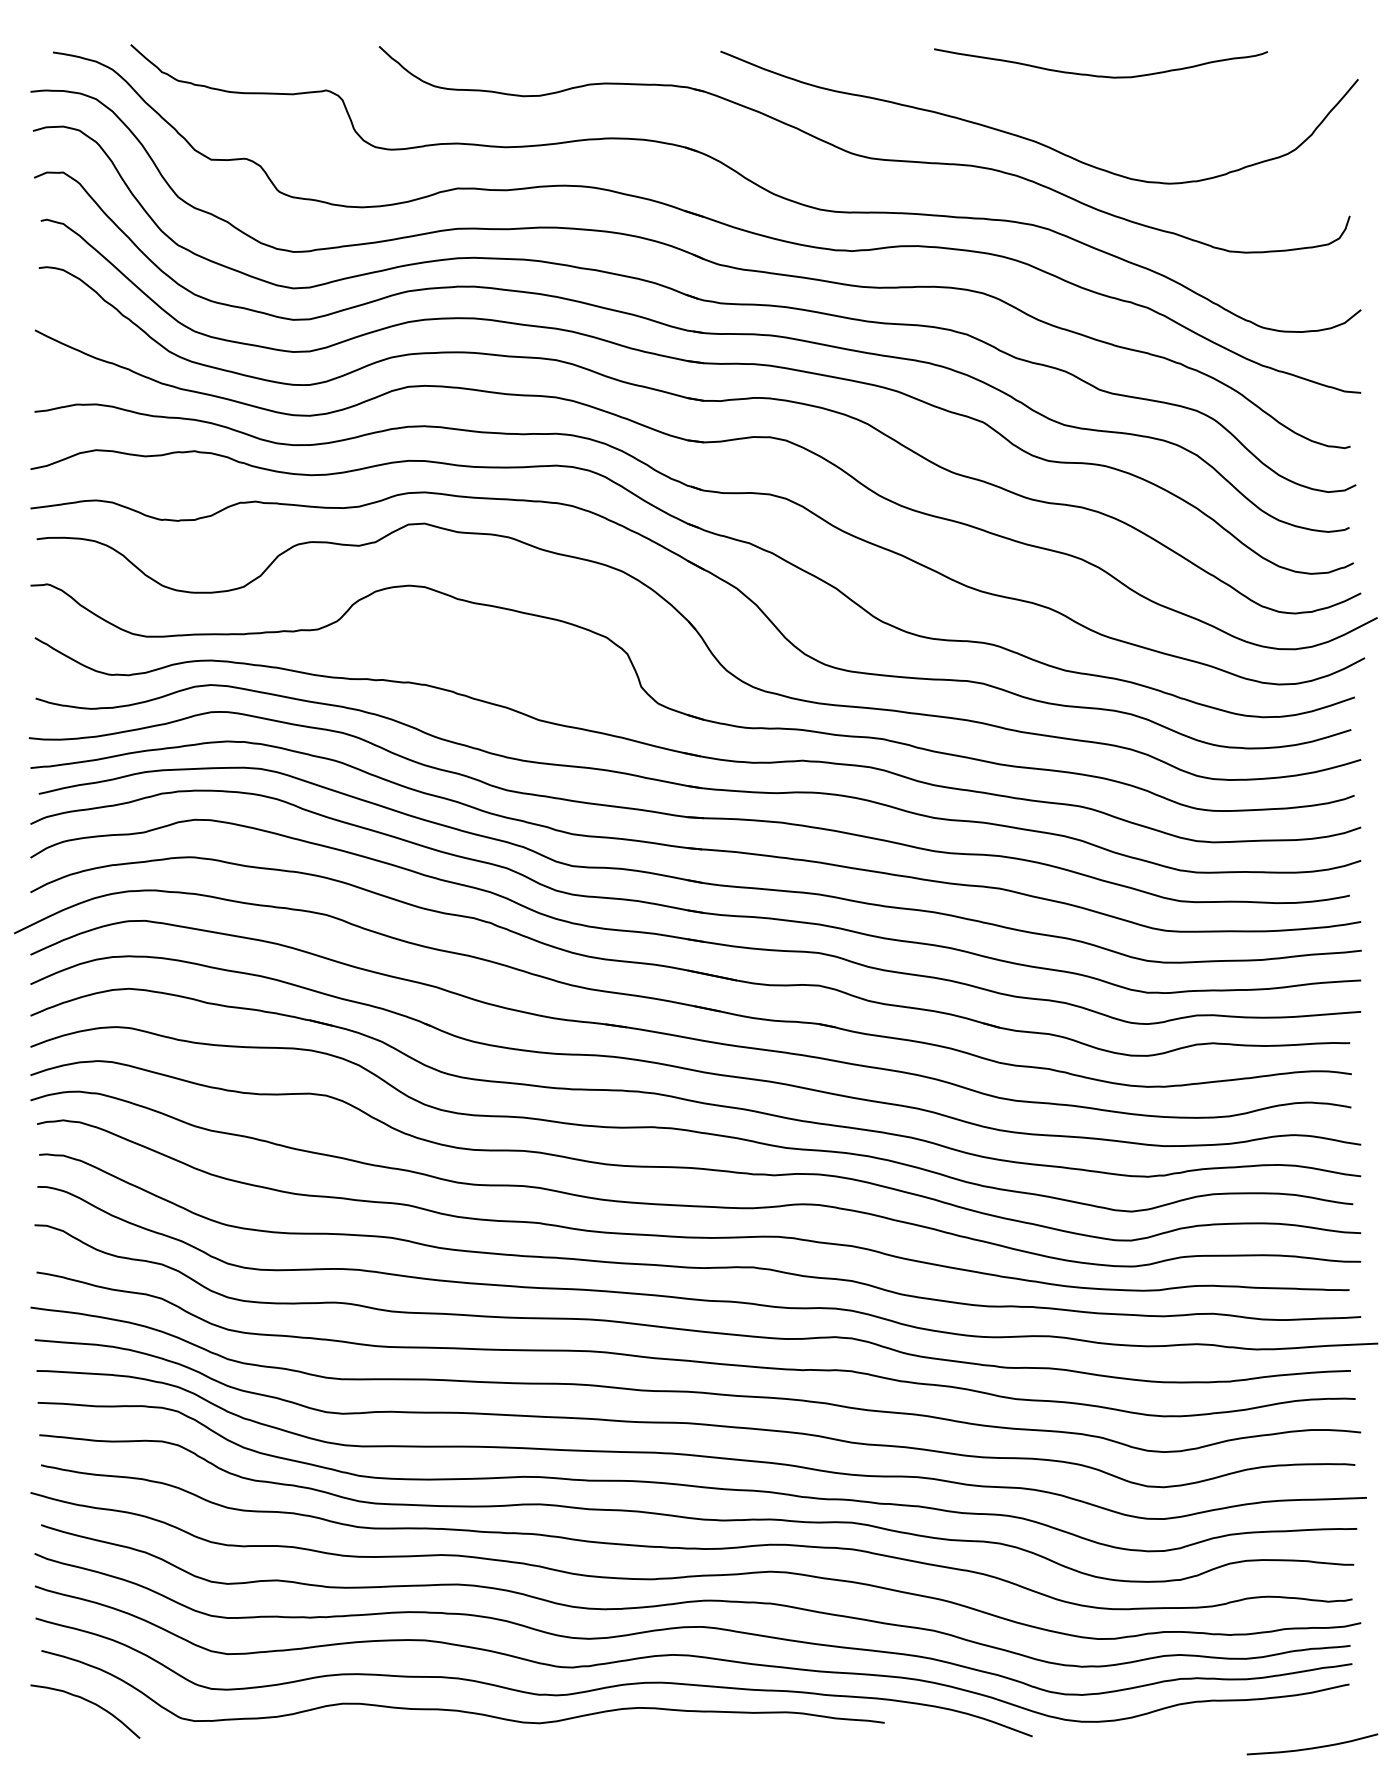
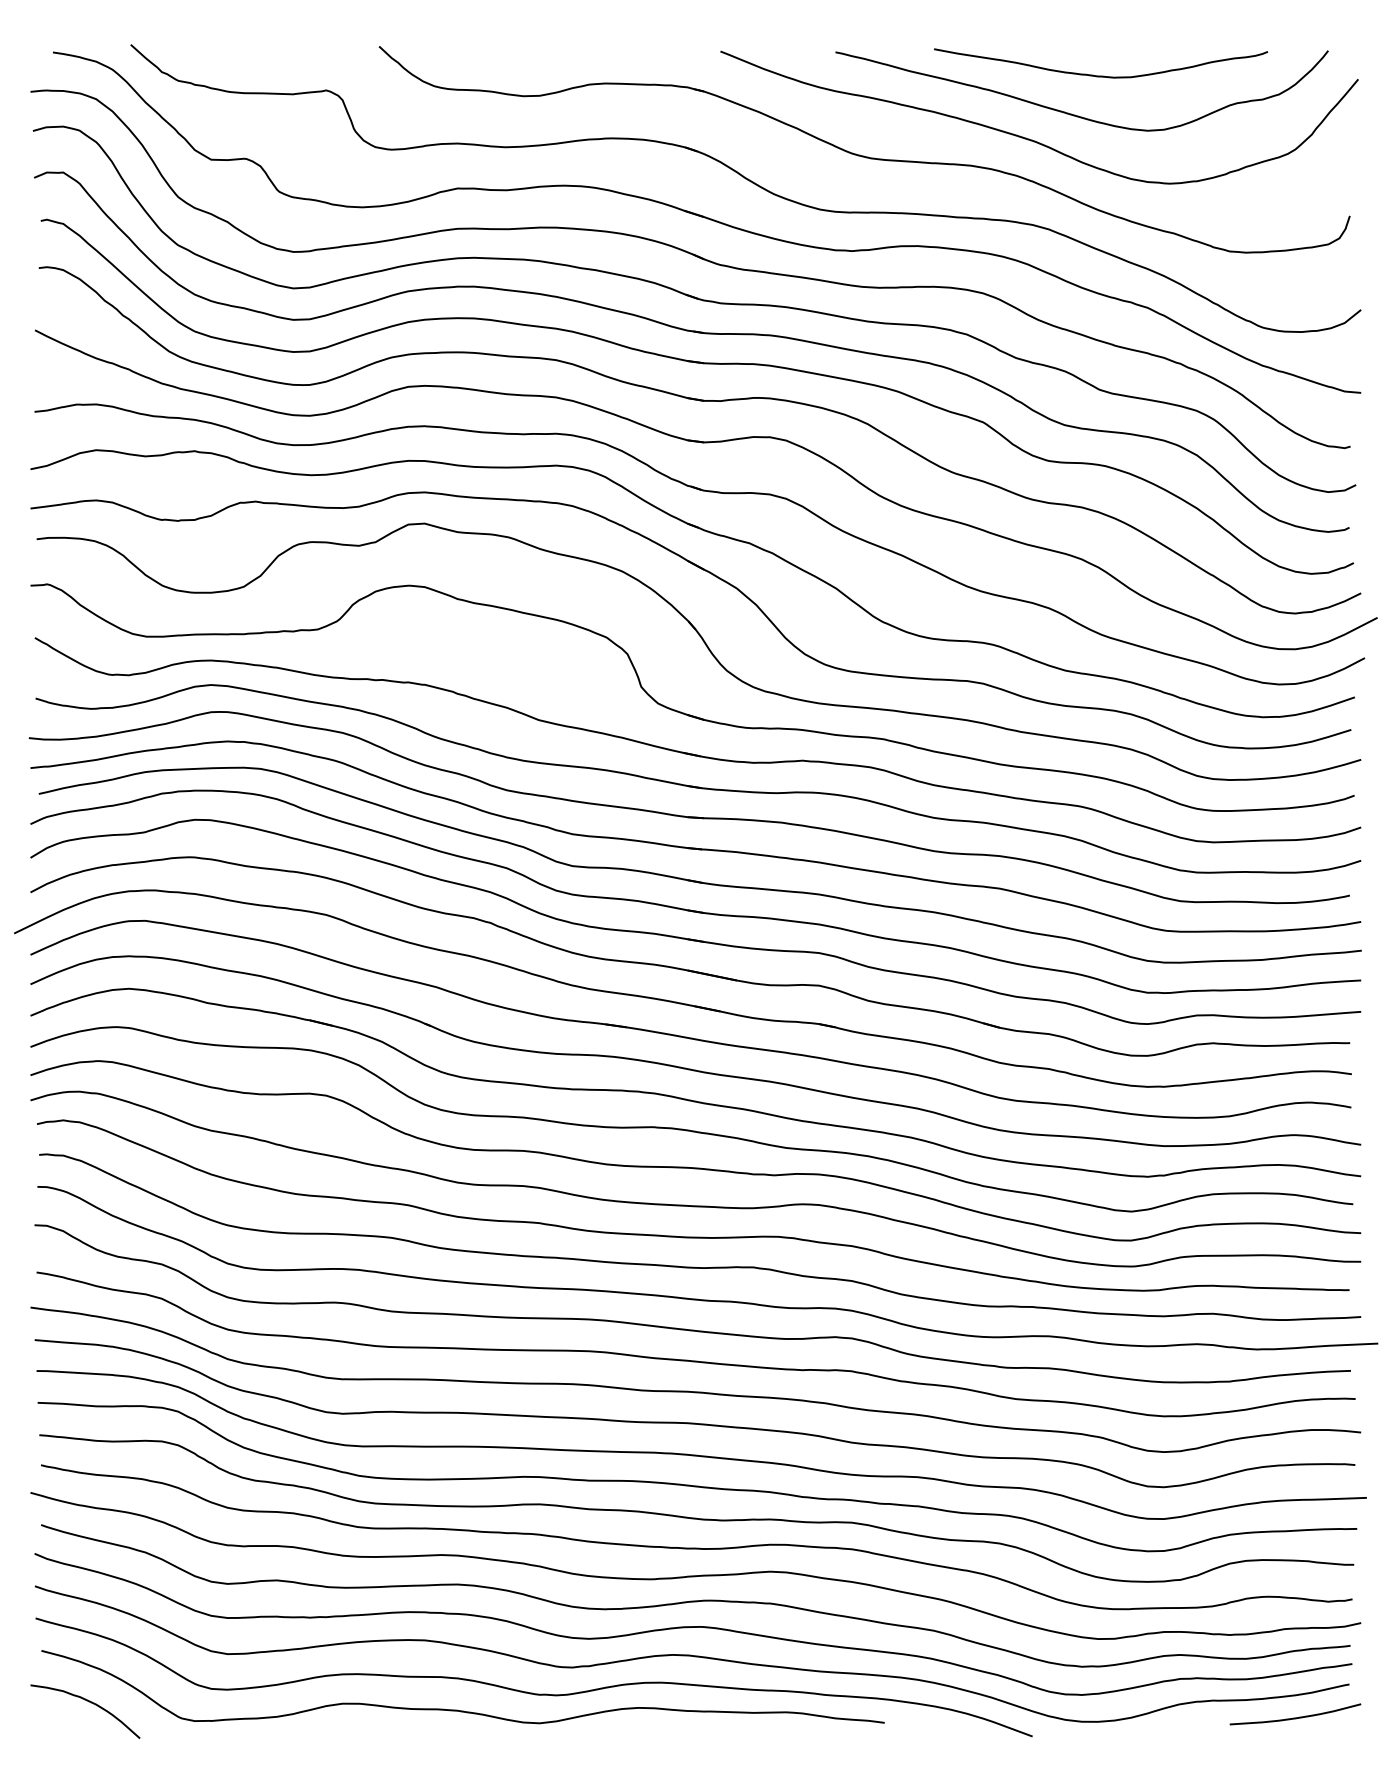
curve at (1075, 114): none -> present
curve at (1312, 1747) position: (1312, 1747) -> (1295, 1717)
